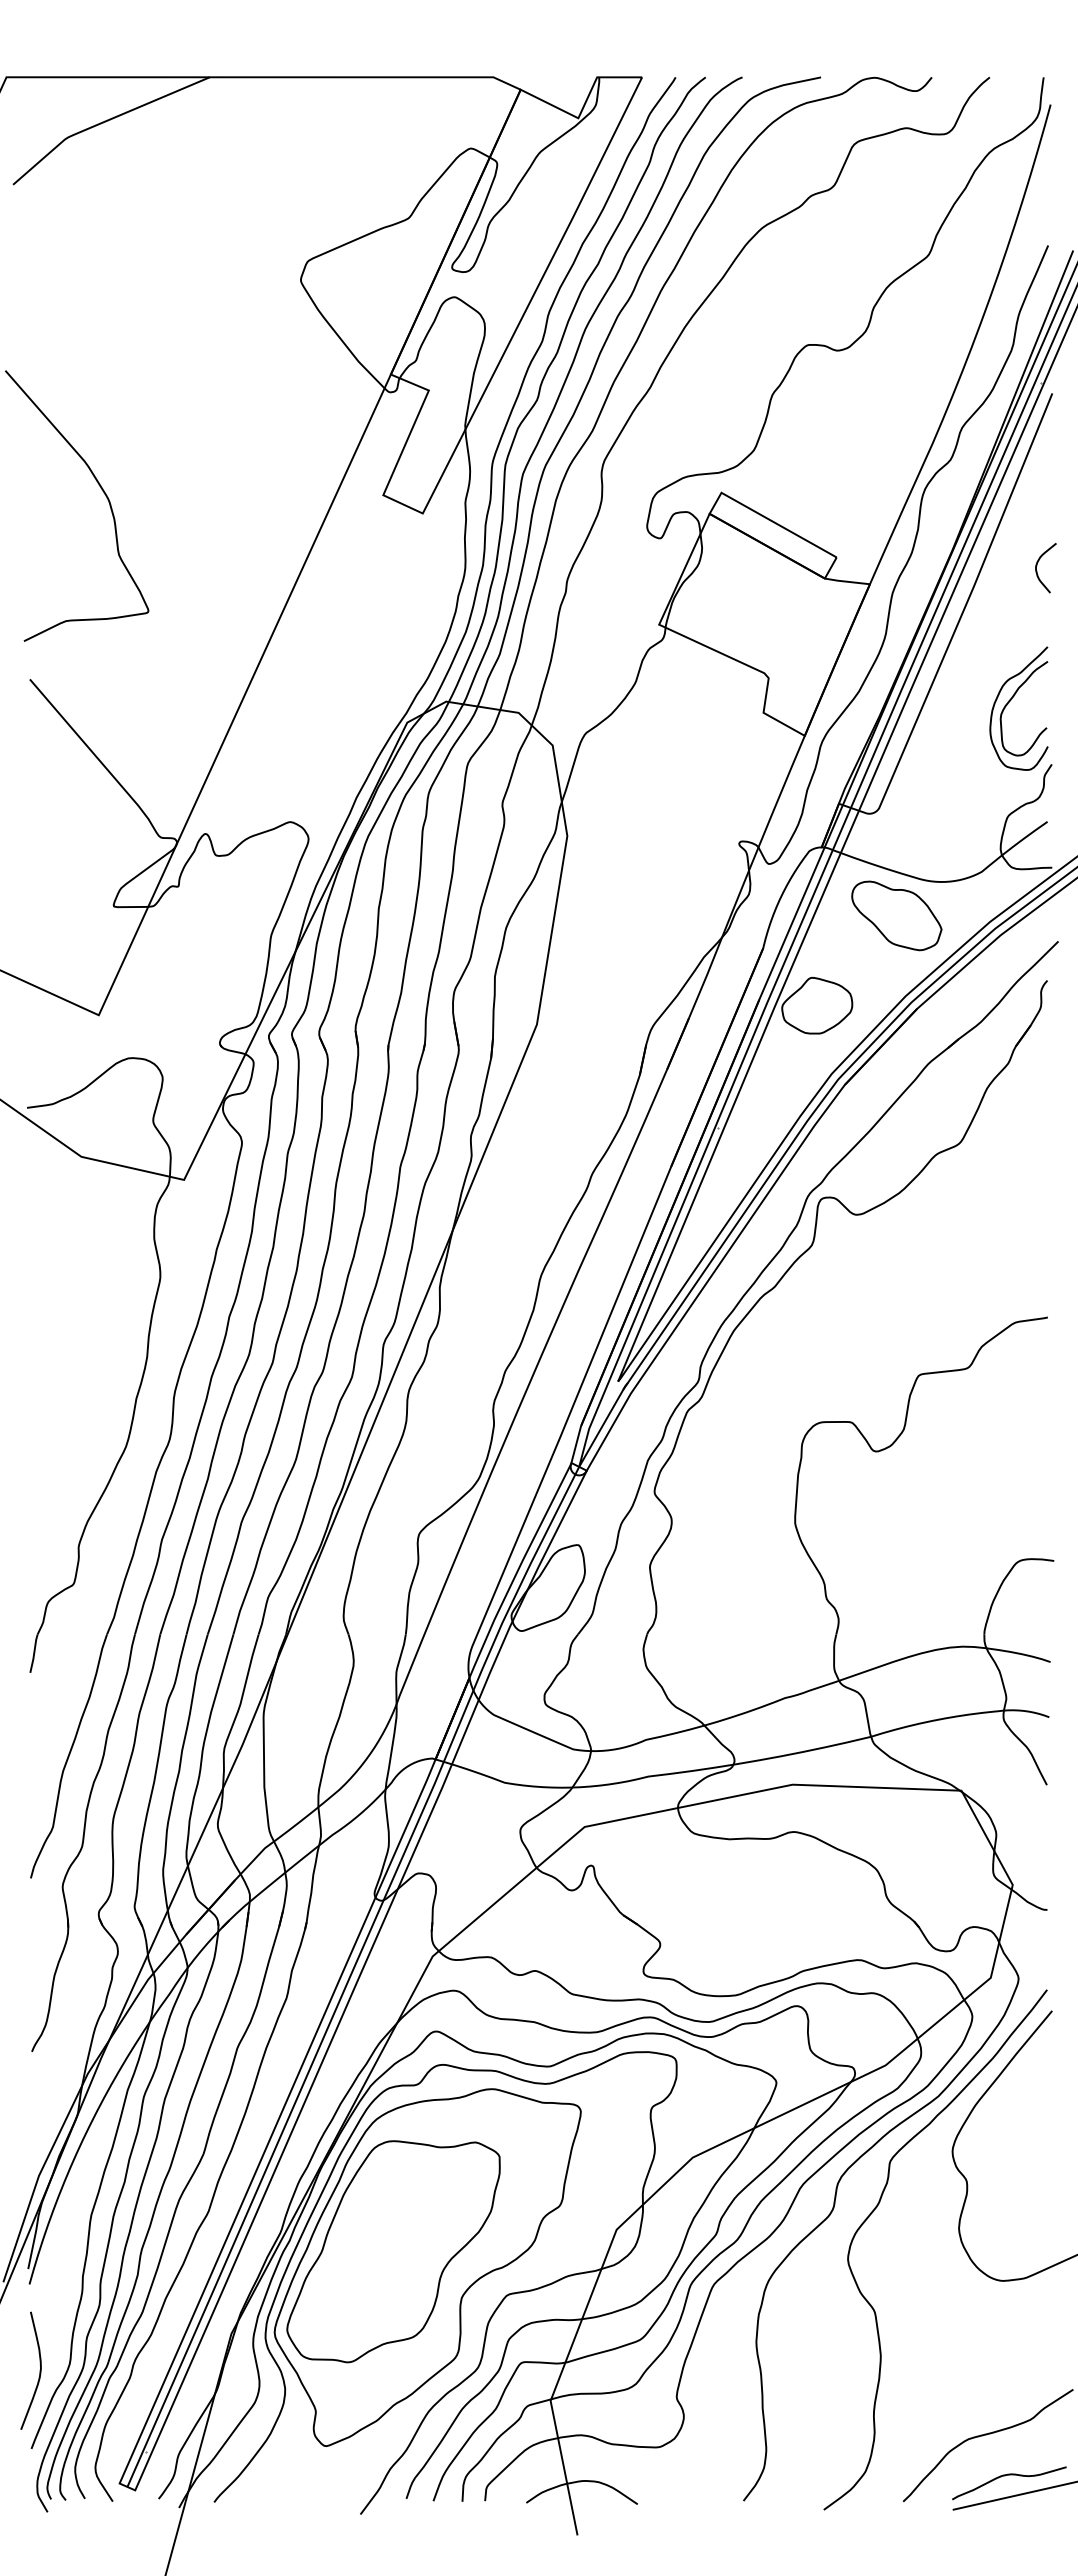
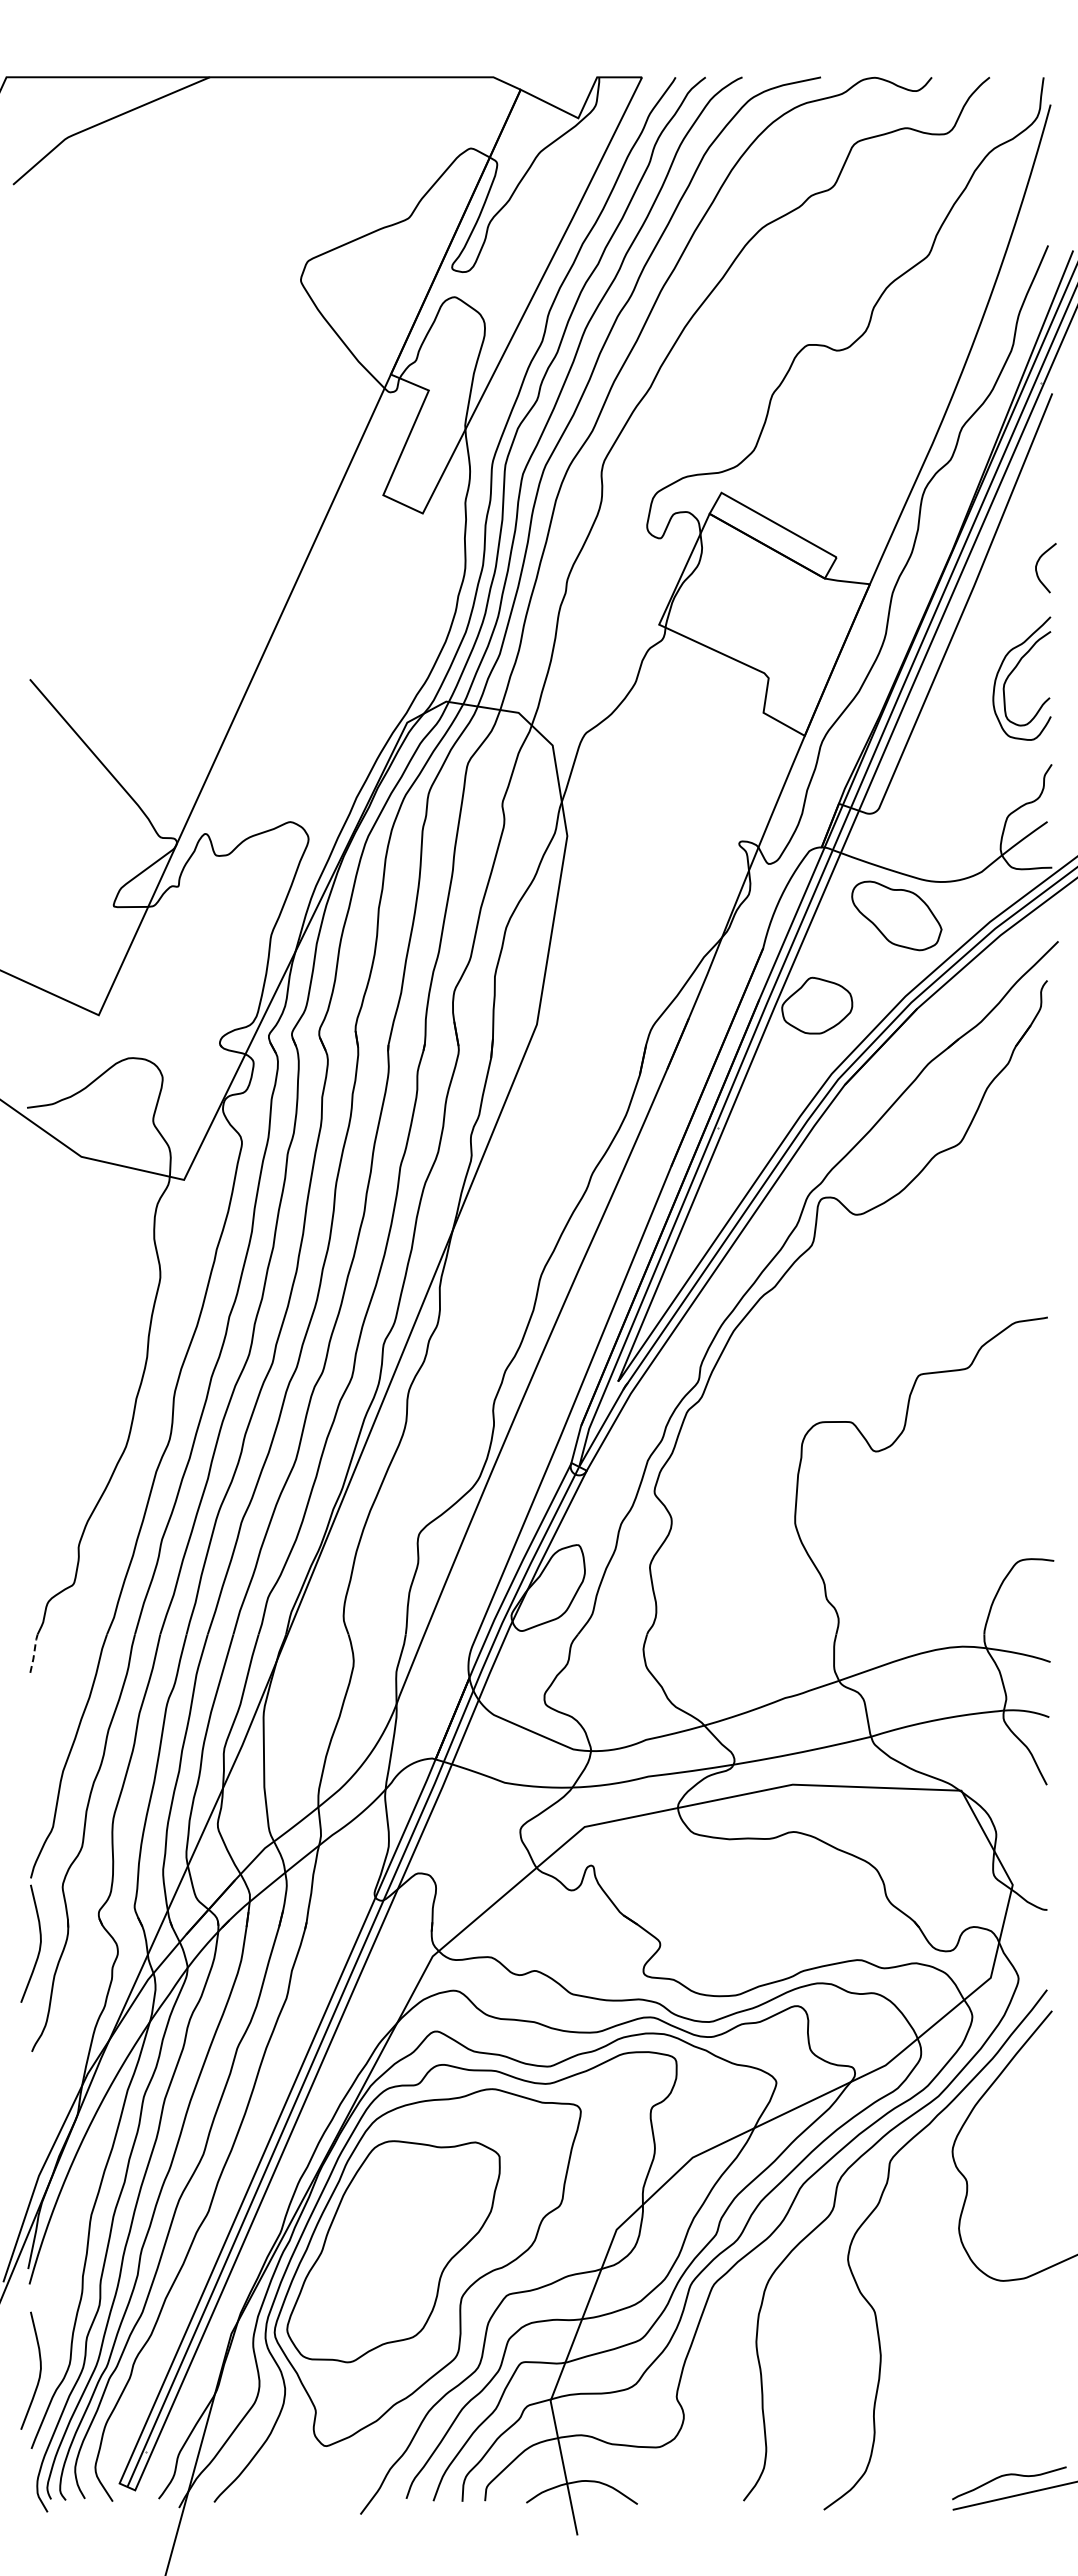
curve at (100, 488): present -> none
part at (1011, 700) position: (1011, 700) -> (1014, 670)
line at (34, 1653): solid -> dashed
curve at (39, 1943): none -> present
curve at (986, 2435): present -> none
